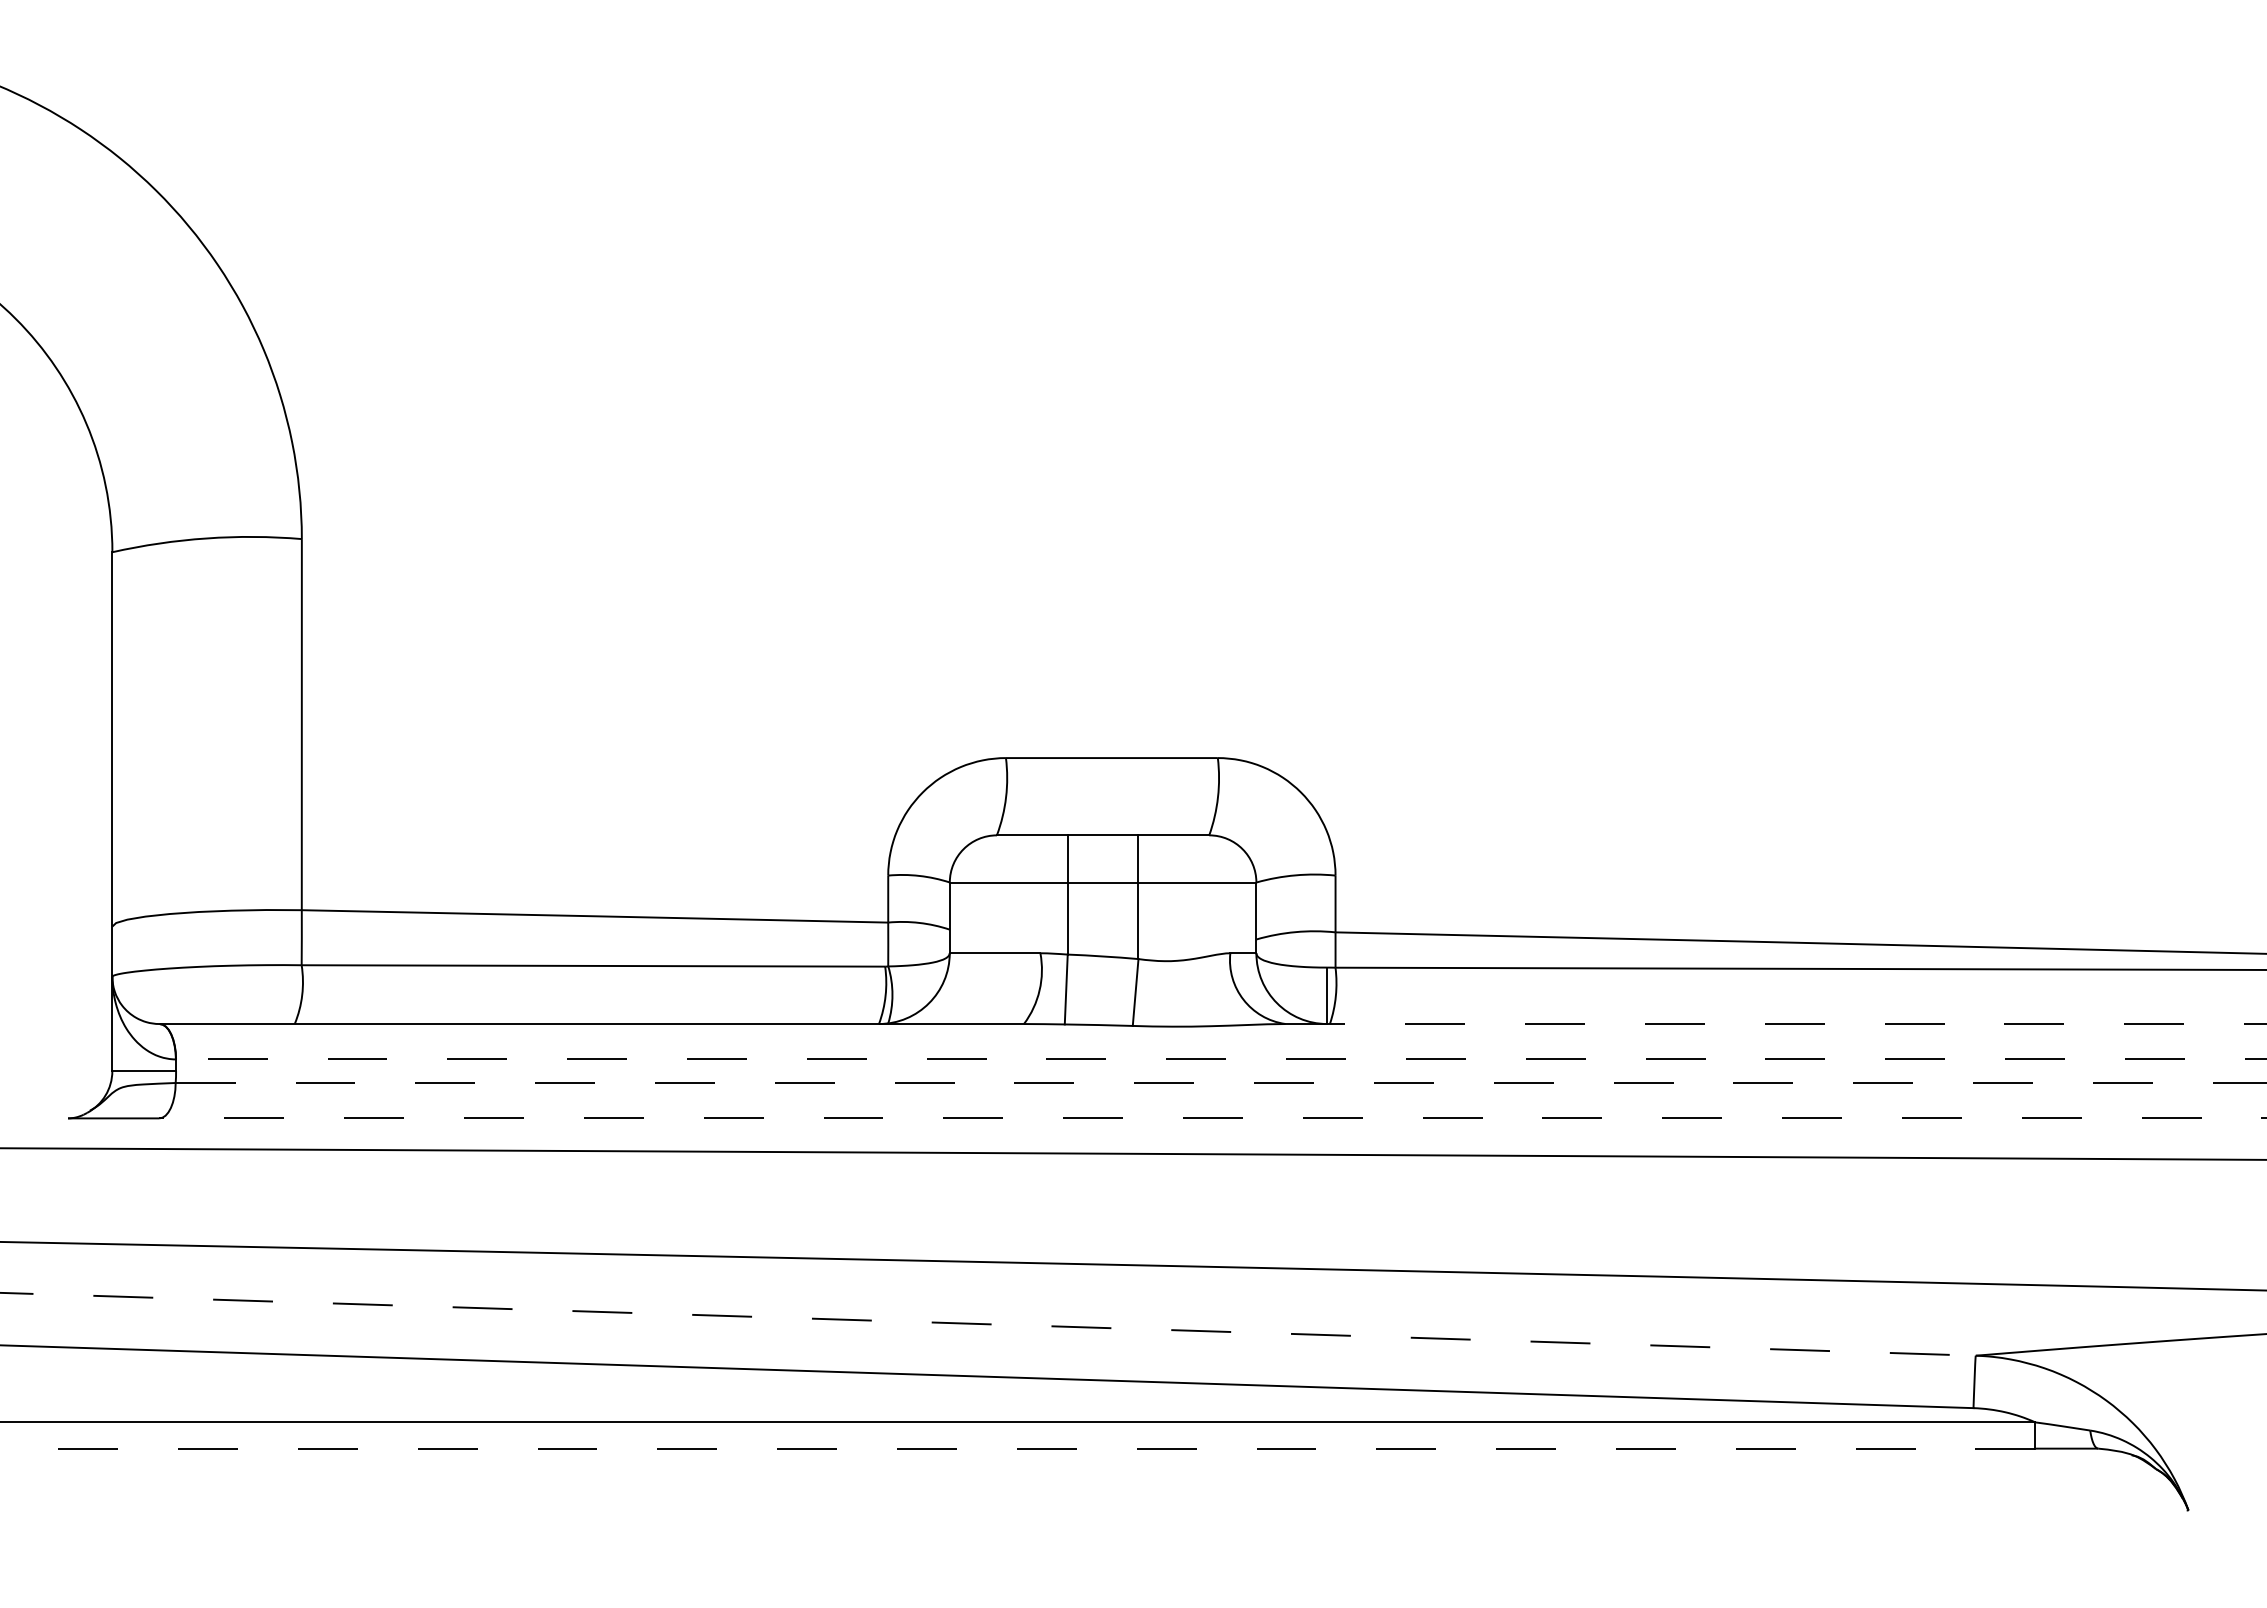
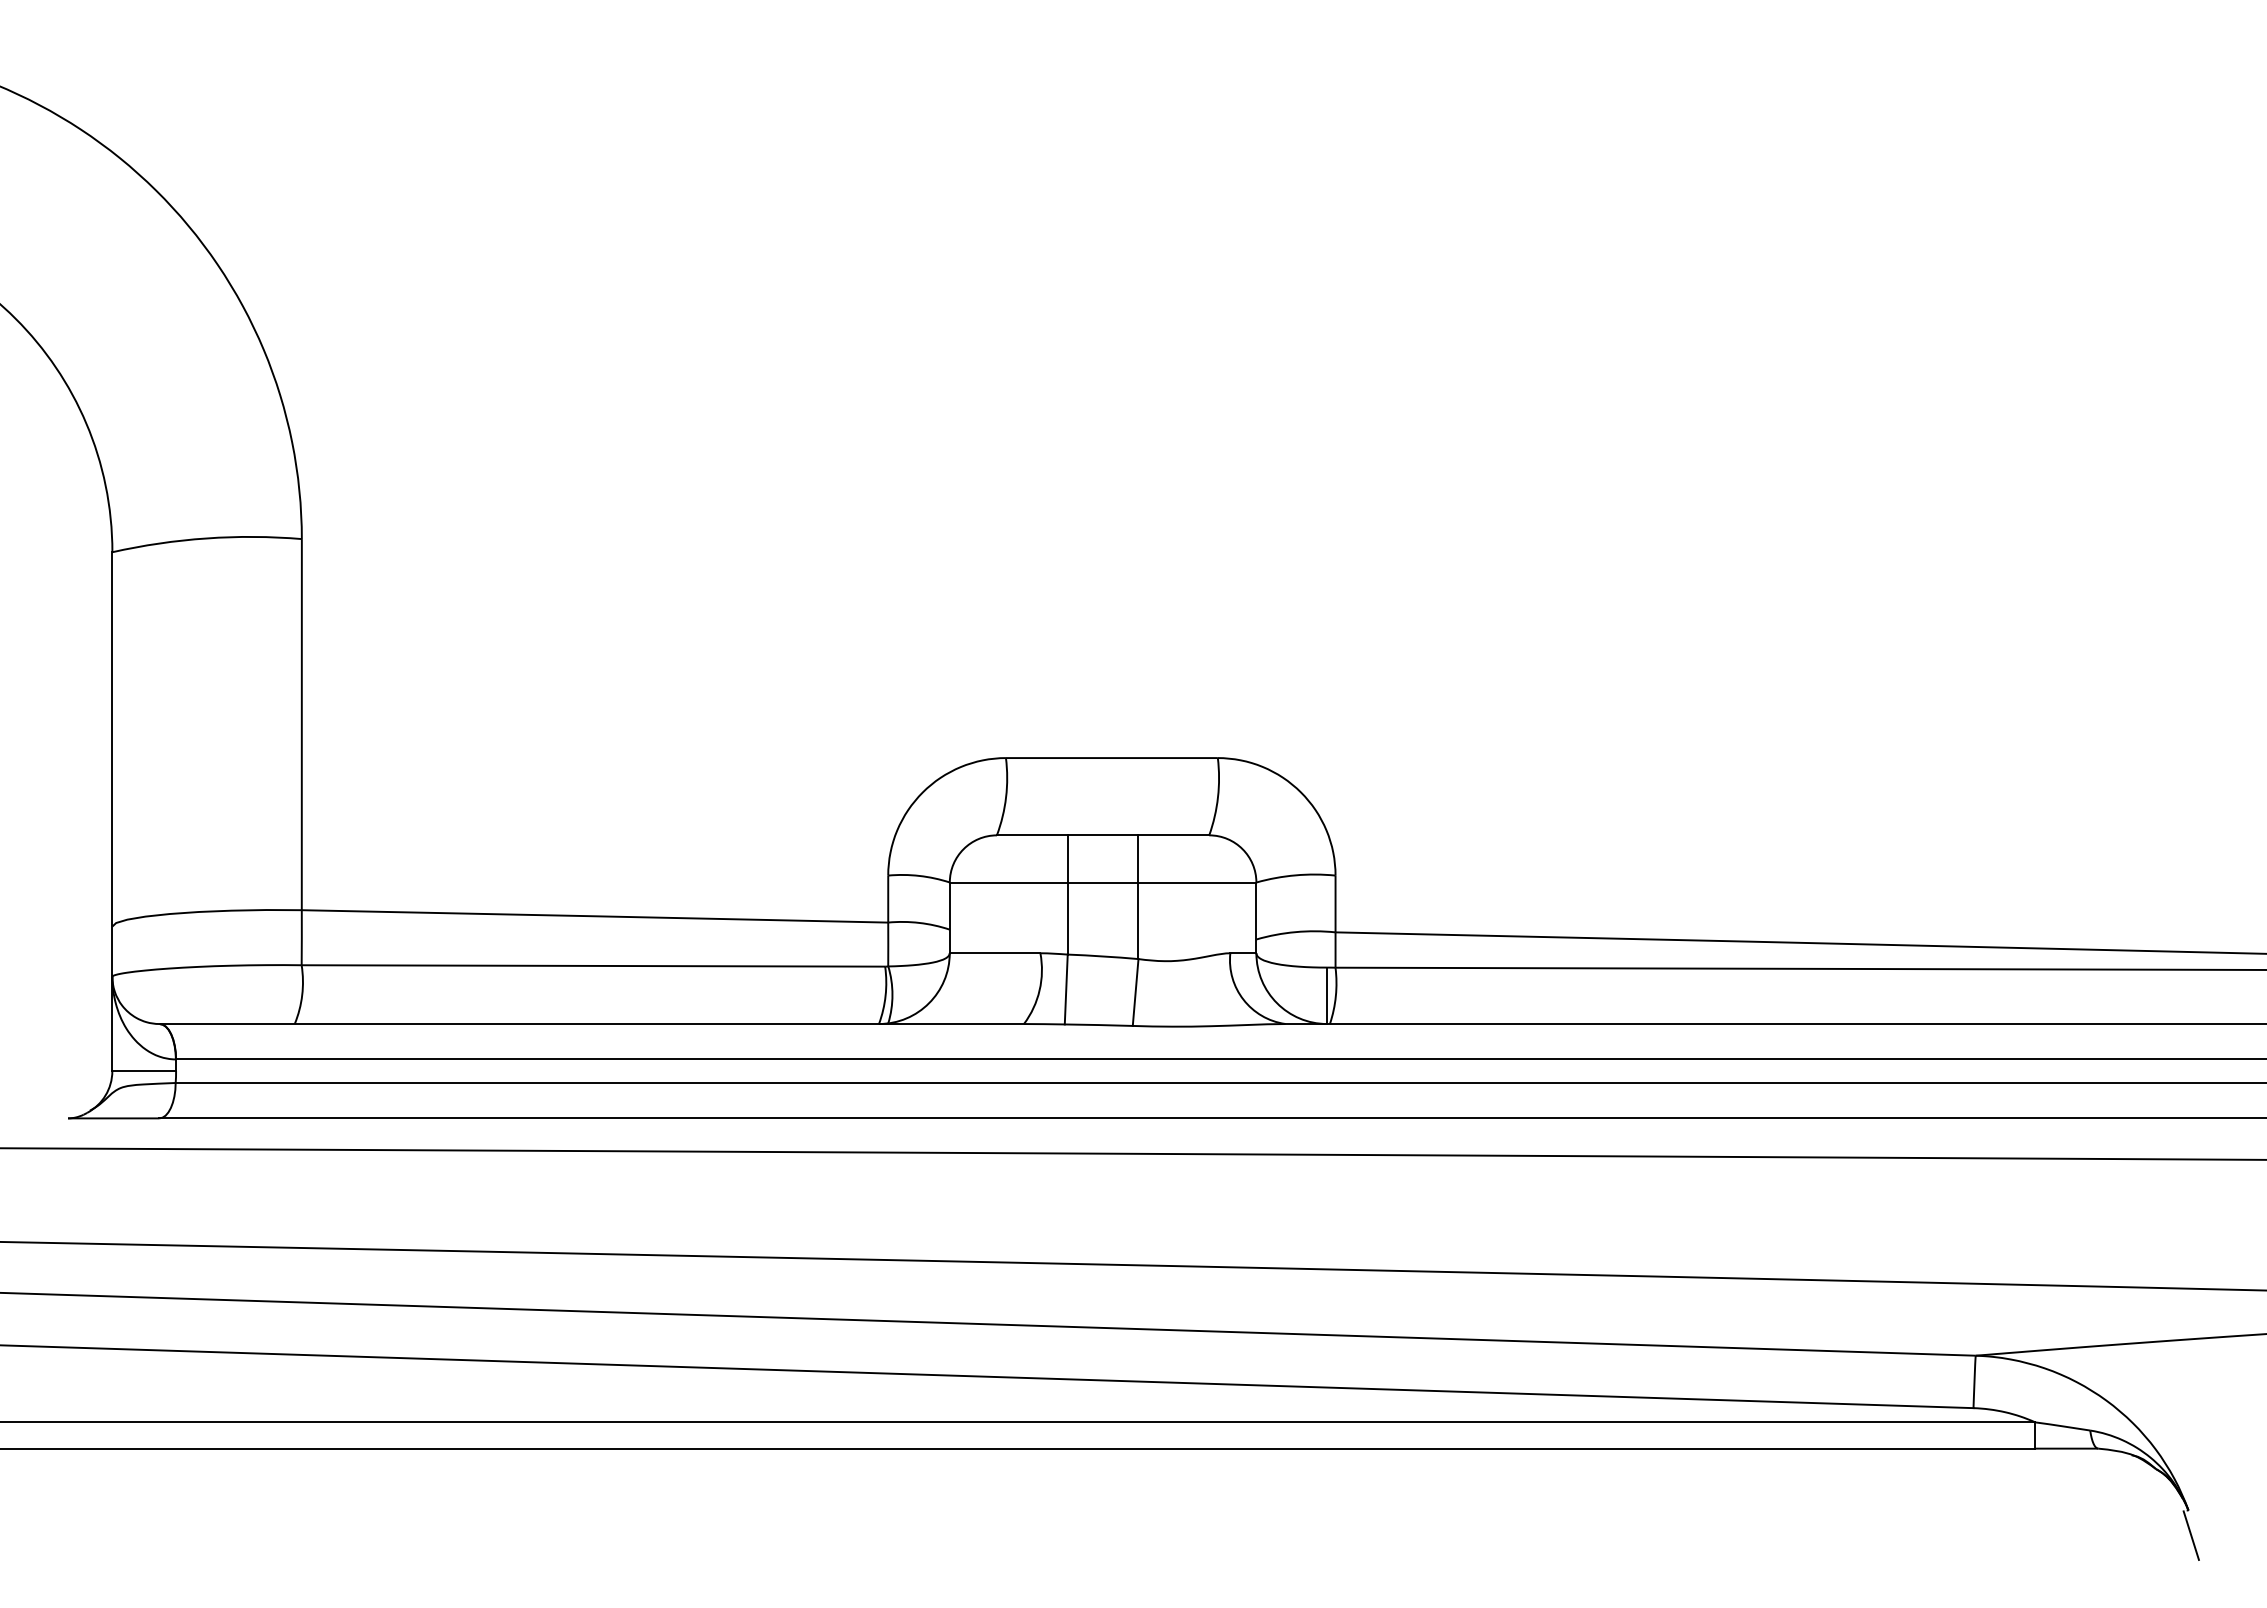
line at (1776, 1024): dashed -> solid
line at (1221, 1059): dashed -> solid
line at (1221, 1082): dashed -> solid
line at (1213, 1118): dashed -> solid
line at (987, 1324): dashed -> solid
line at (1017, 1448): dashed -> solid
line at (2190, 1535): none -> present
